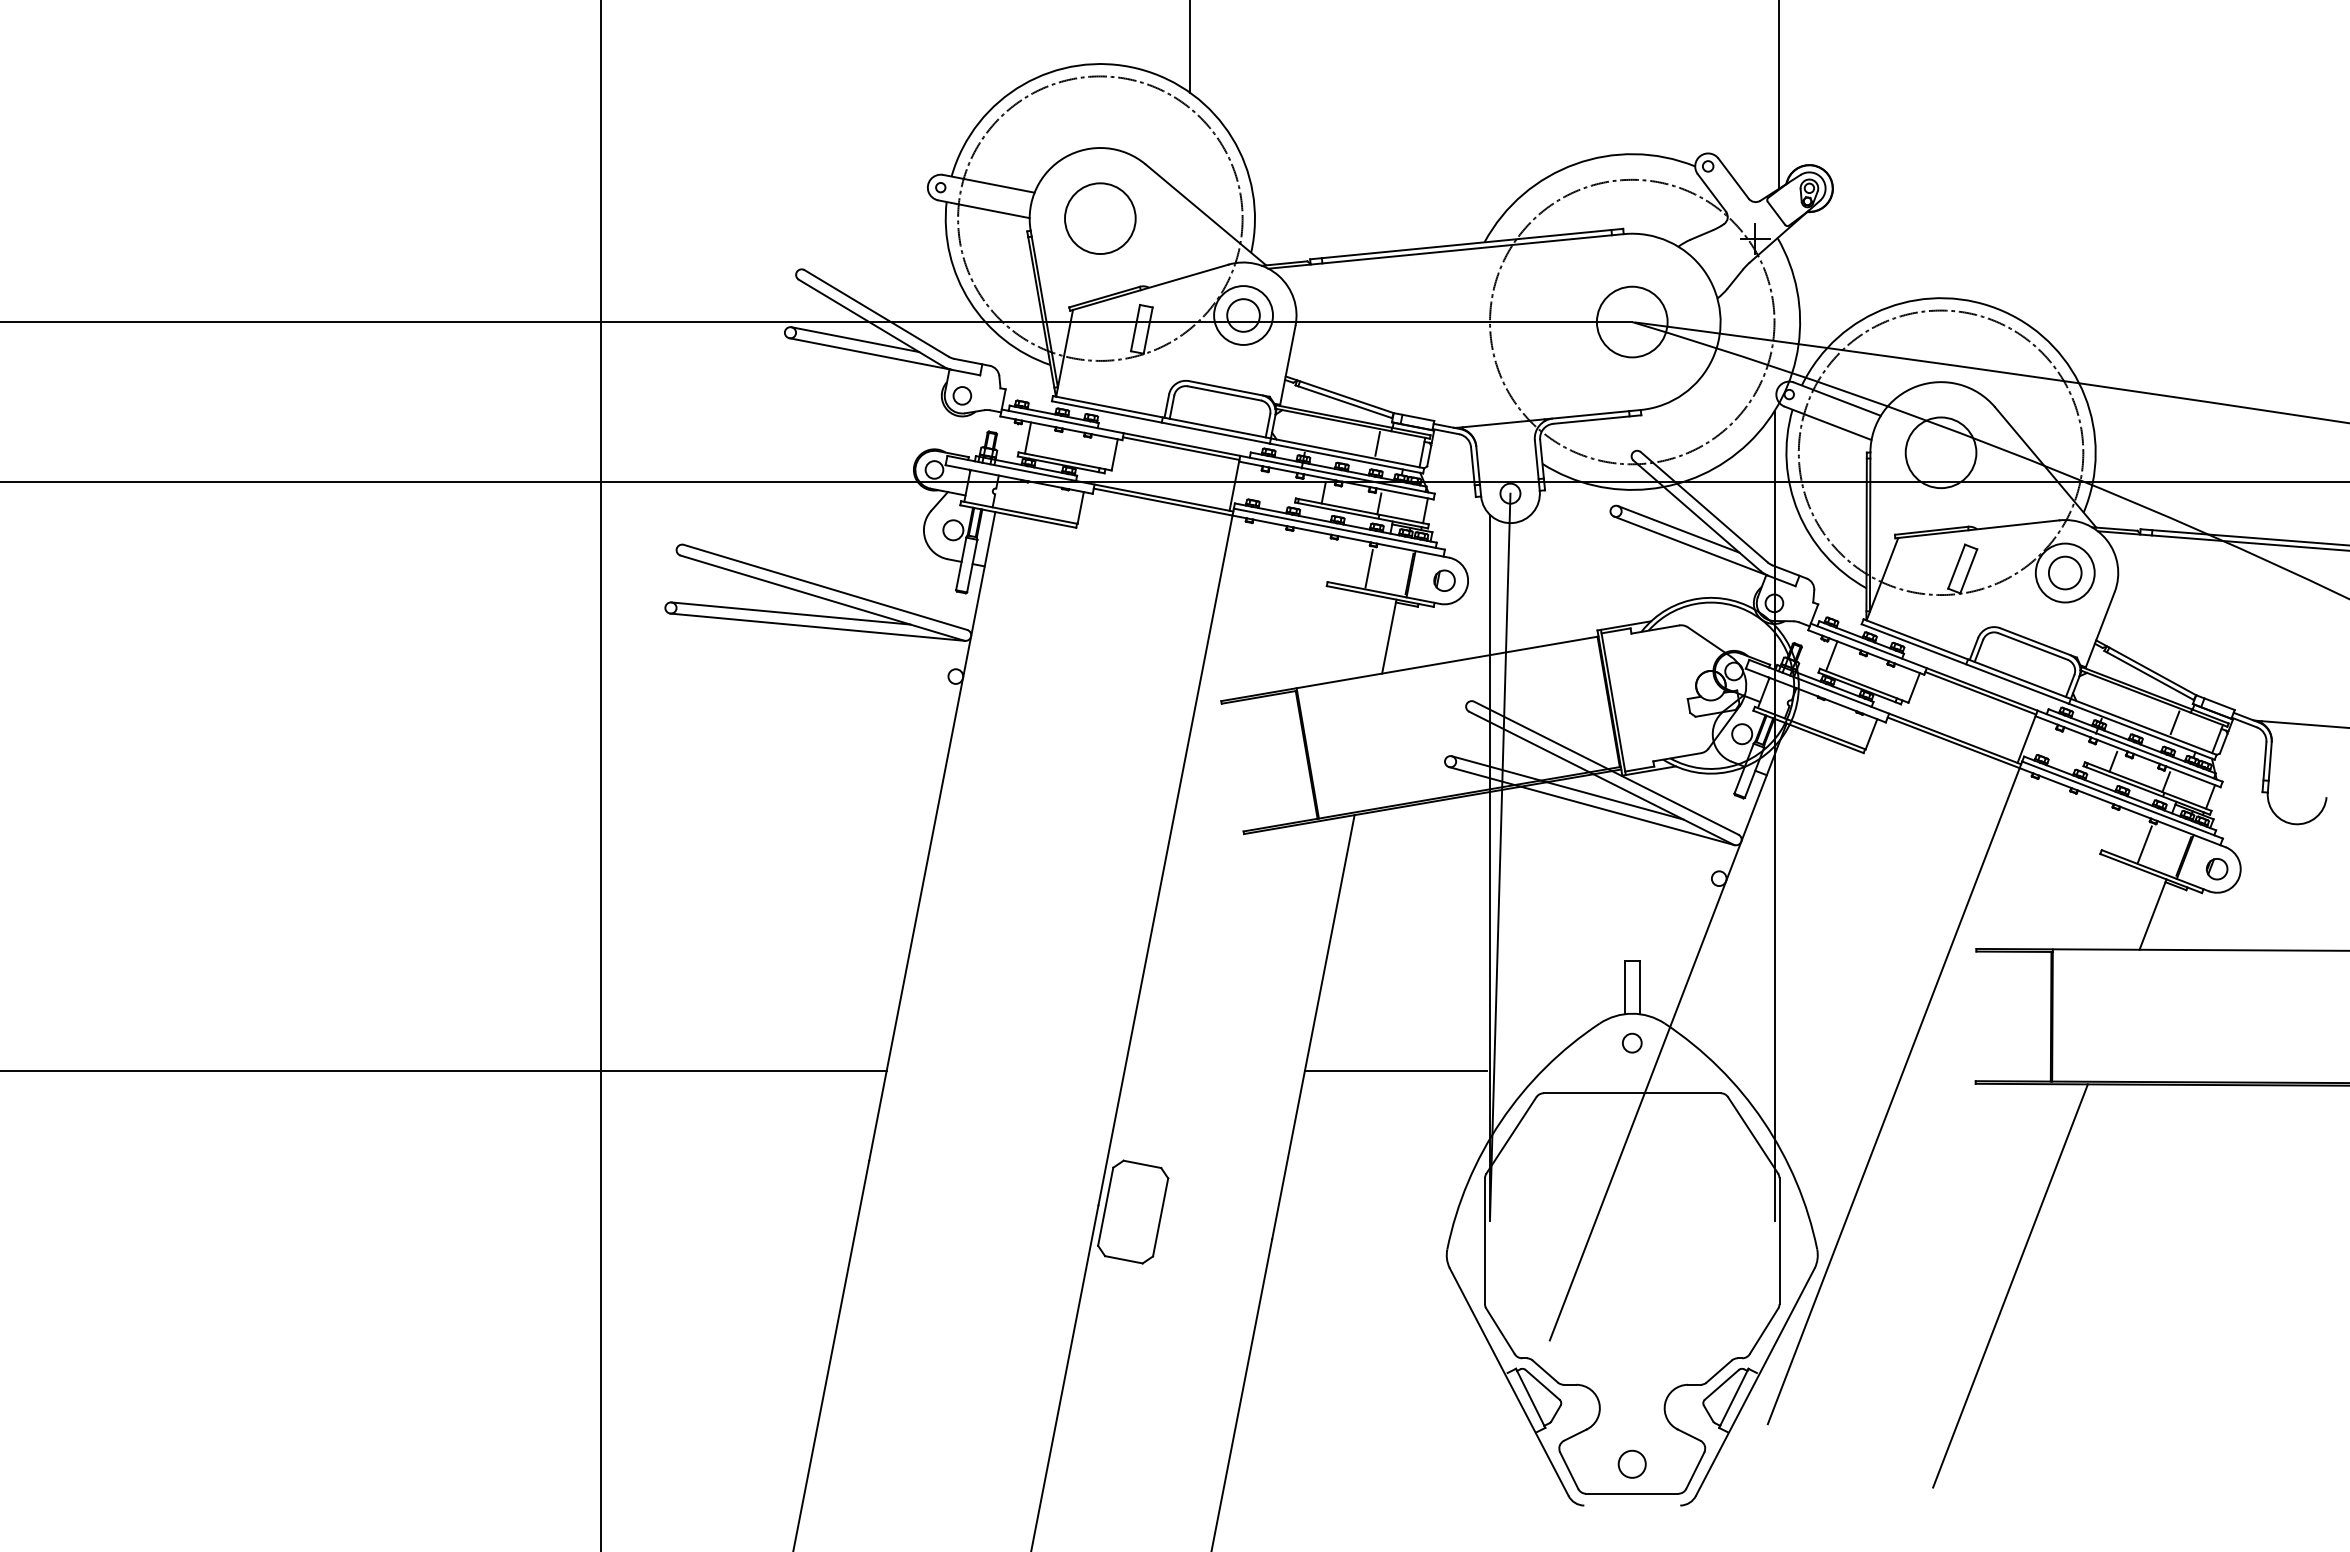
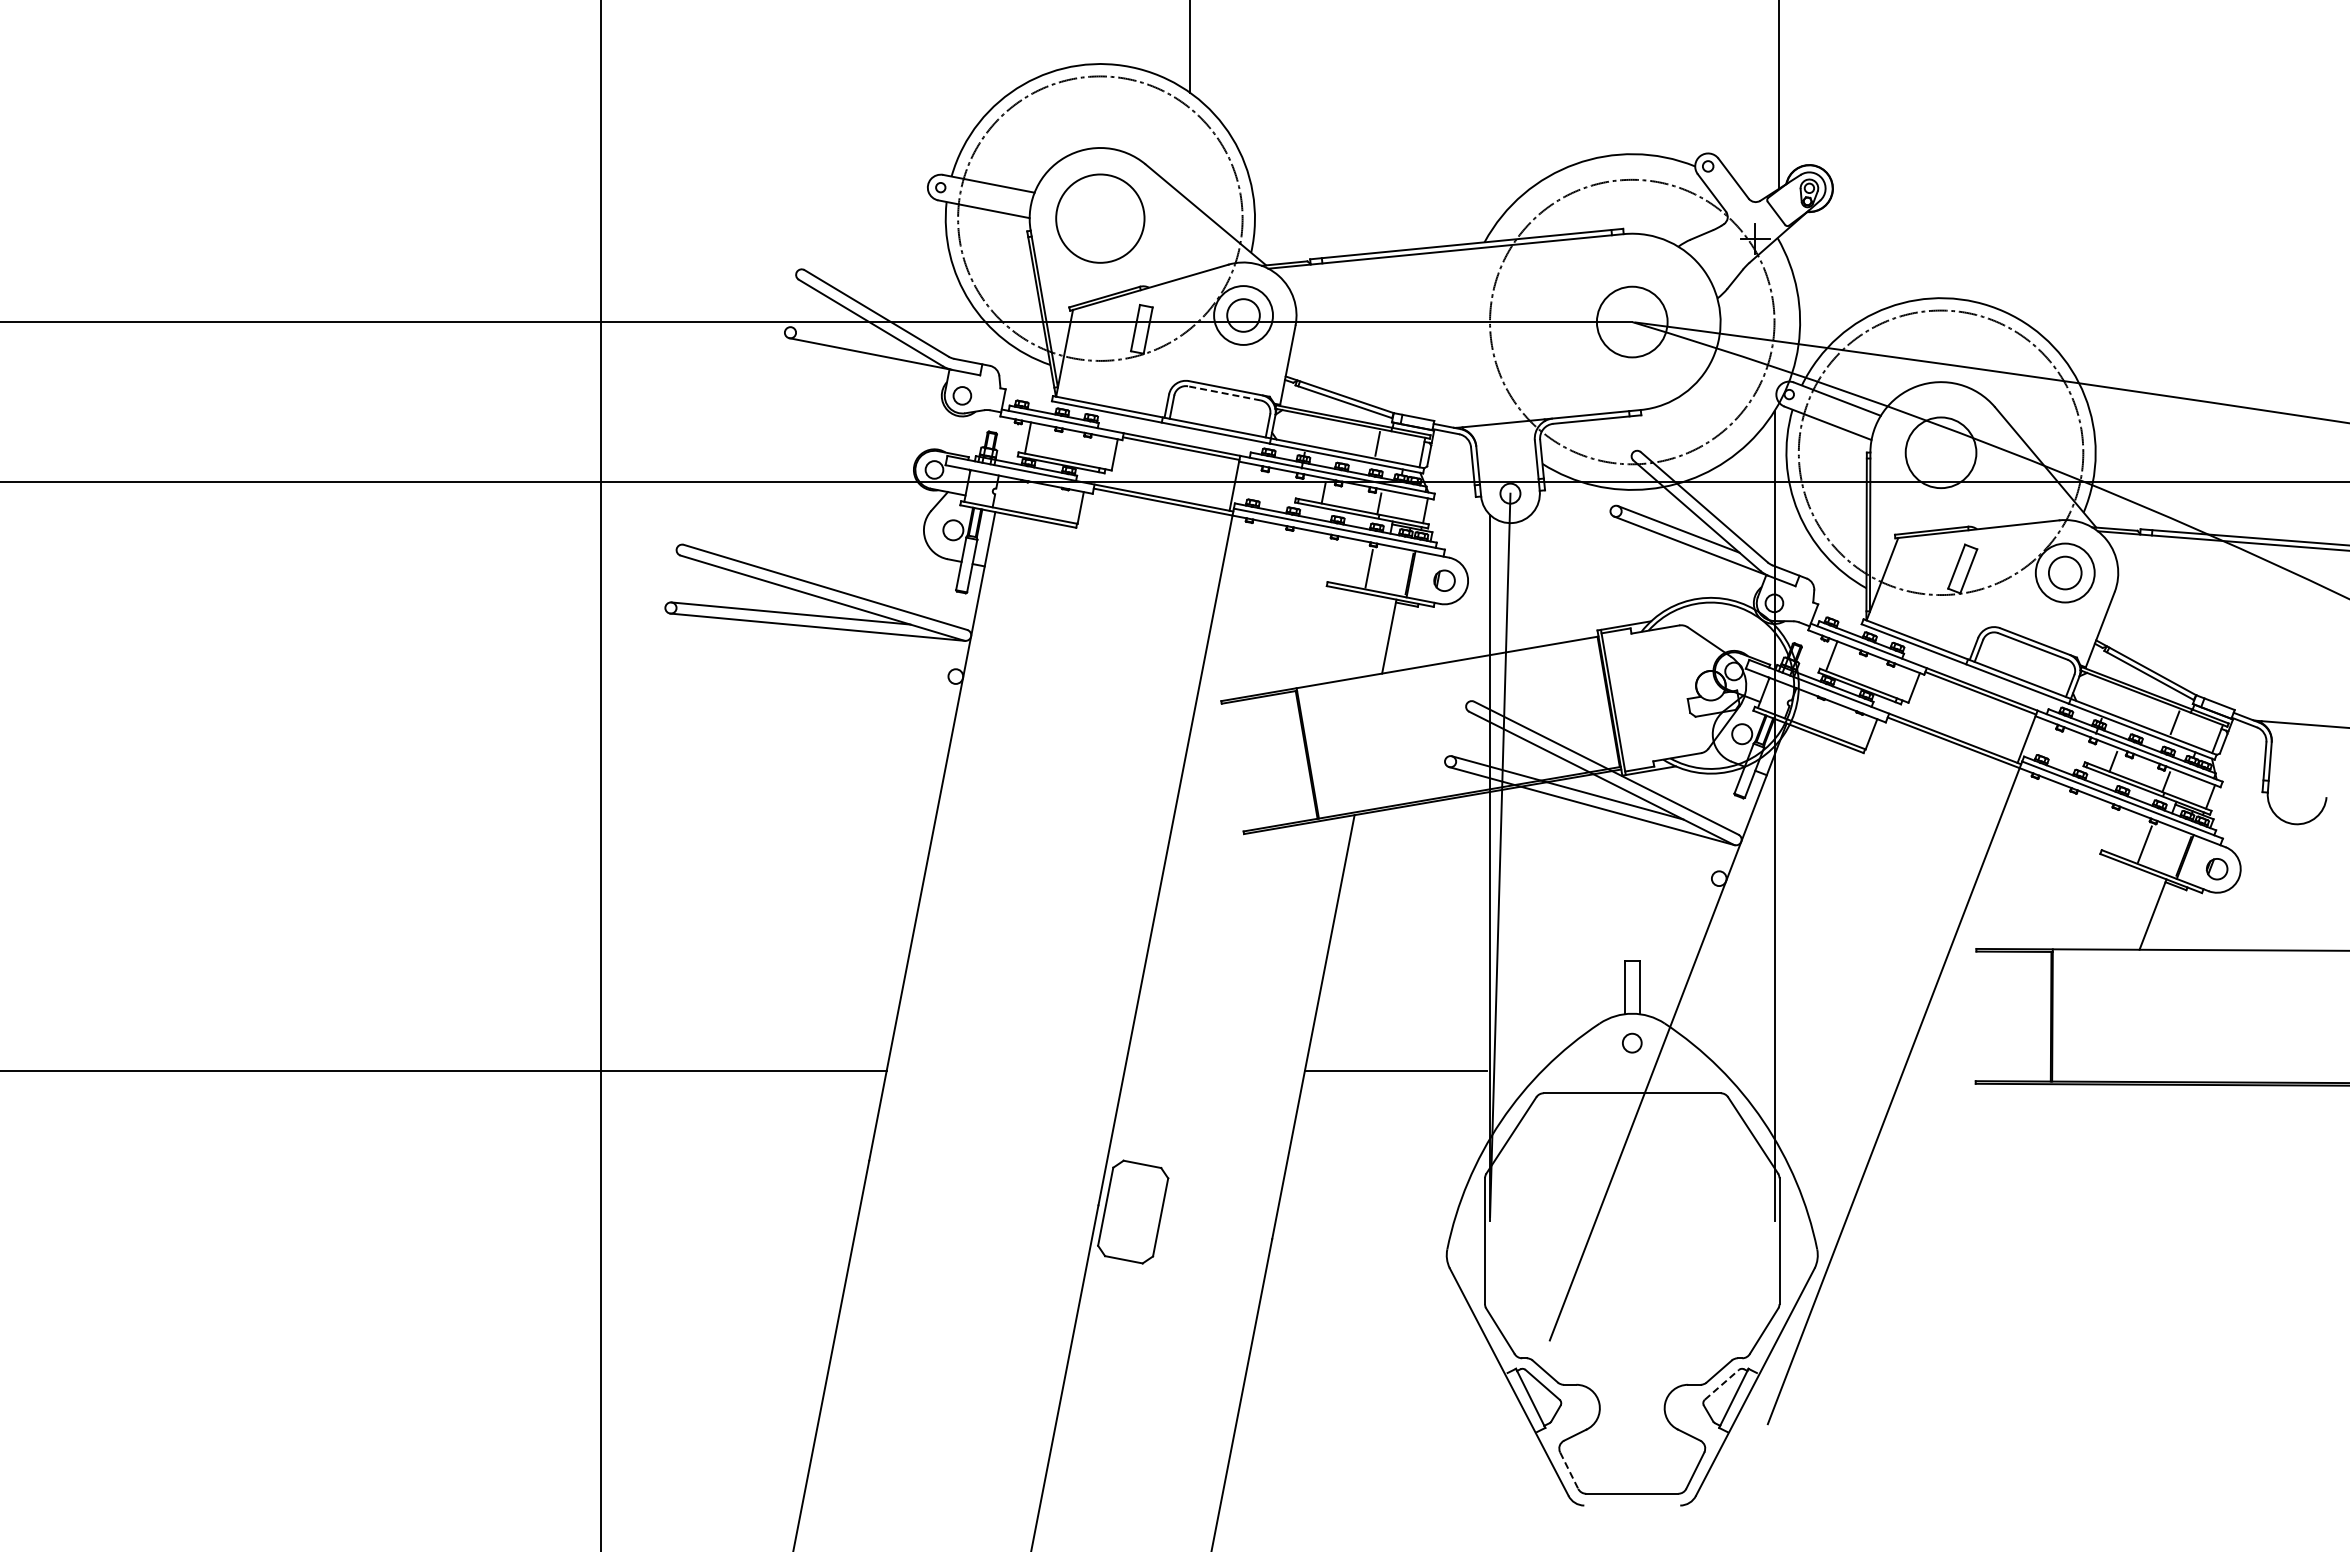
circle at (1100, 218) diameter: 71 px -> 88 px
line at (855, 339): present -> none
line at (1224, 393): solid -> dashed
line at (2010, 1285): present -> none
line at (1721, 1384): solid -> dashed
circle at (1631, 1463): present -> none
line at (1569, 1471): solid -> dashed
